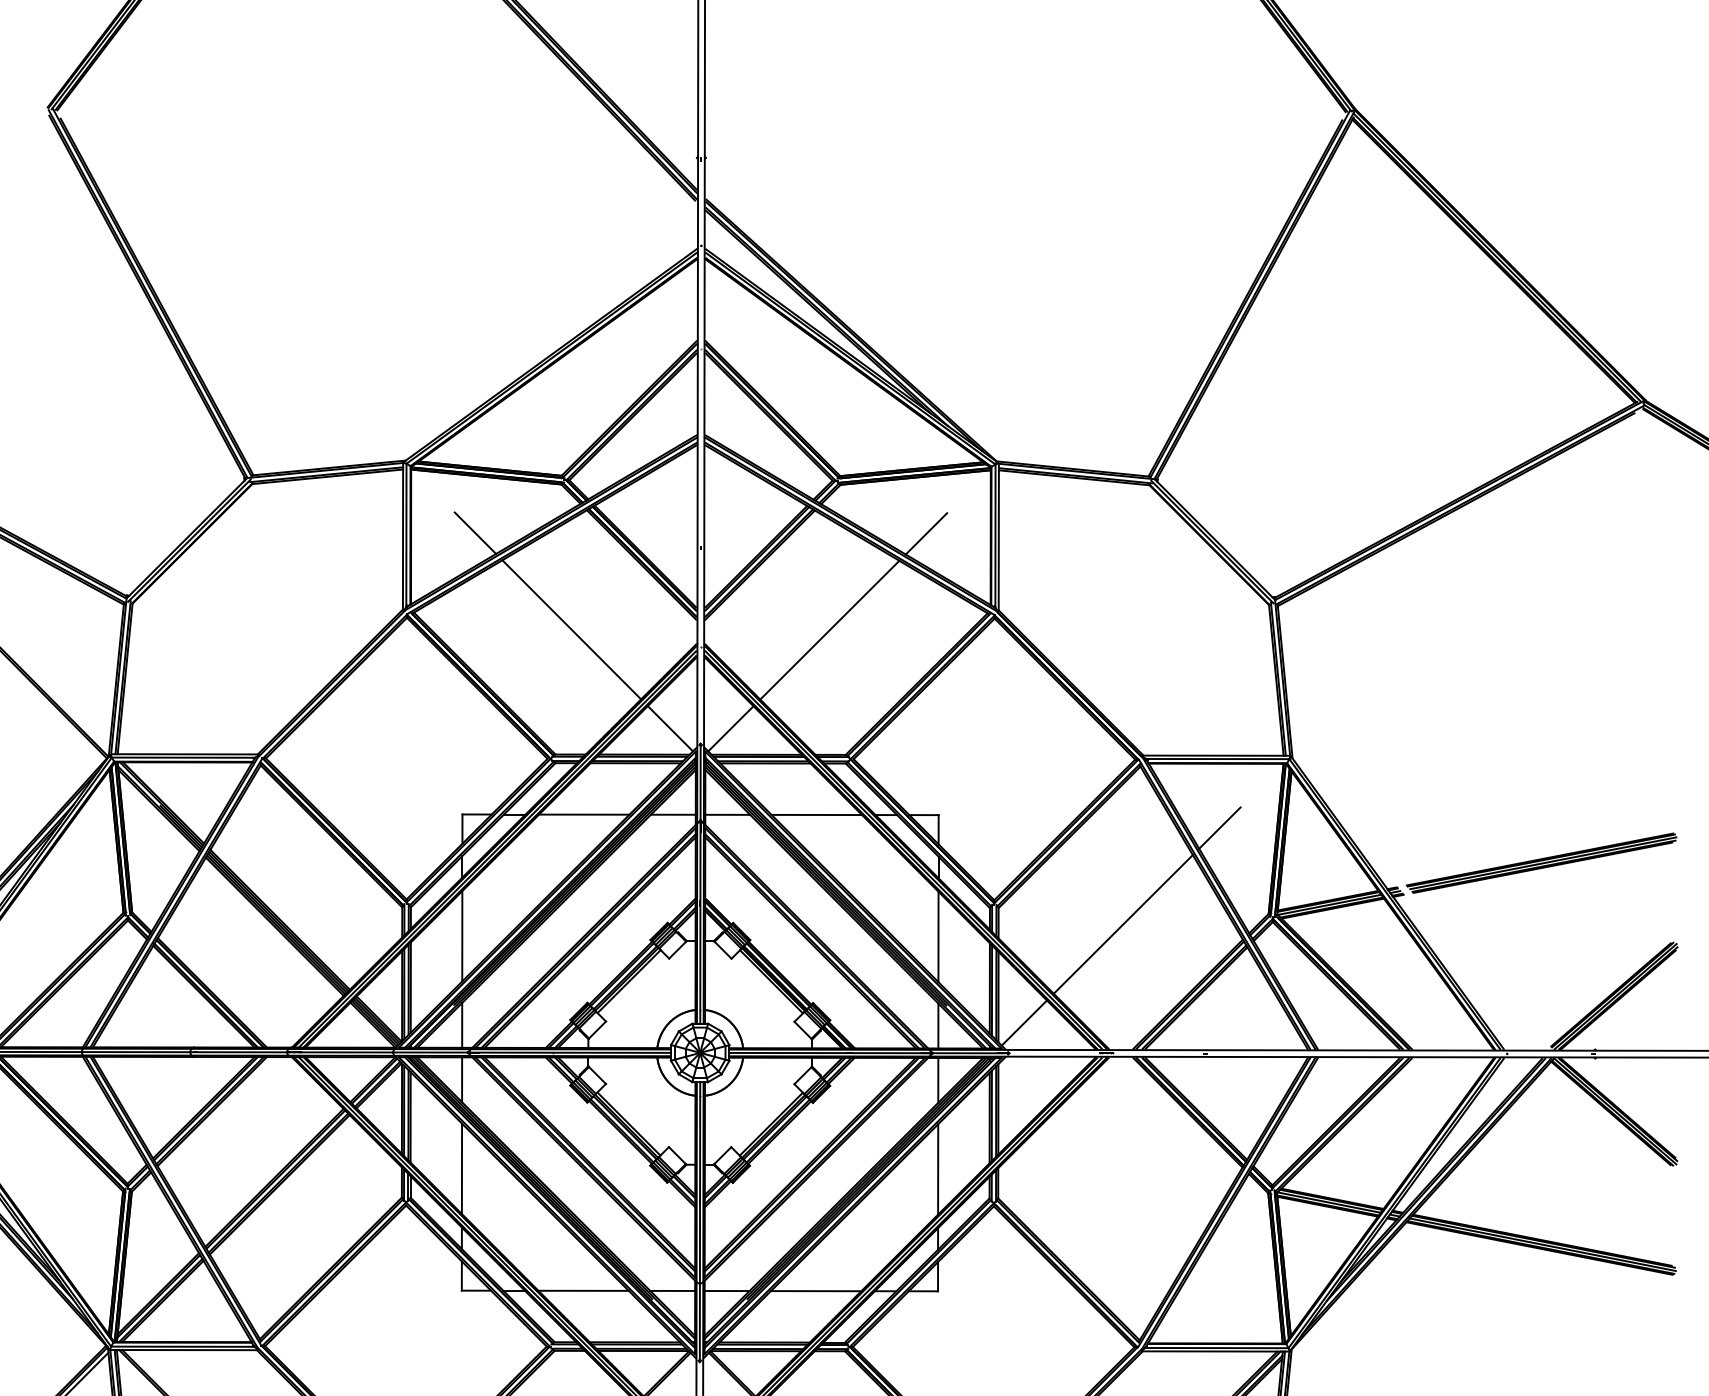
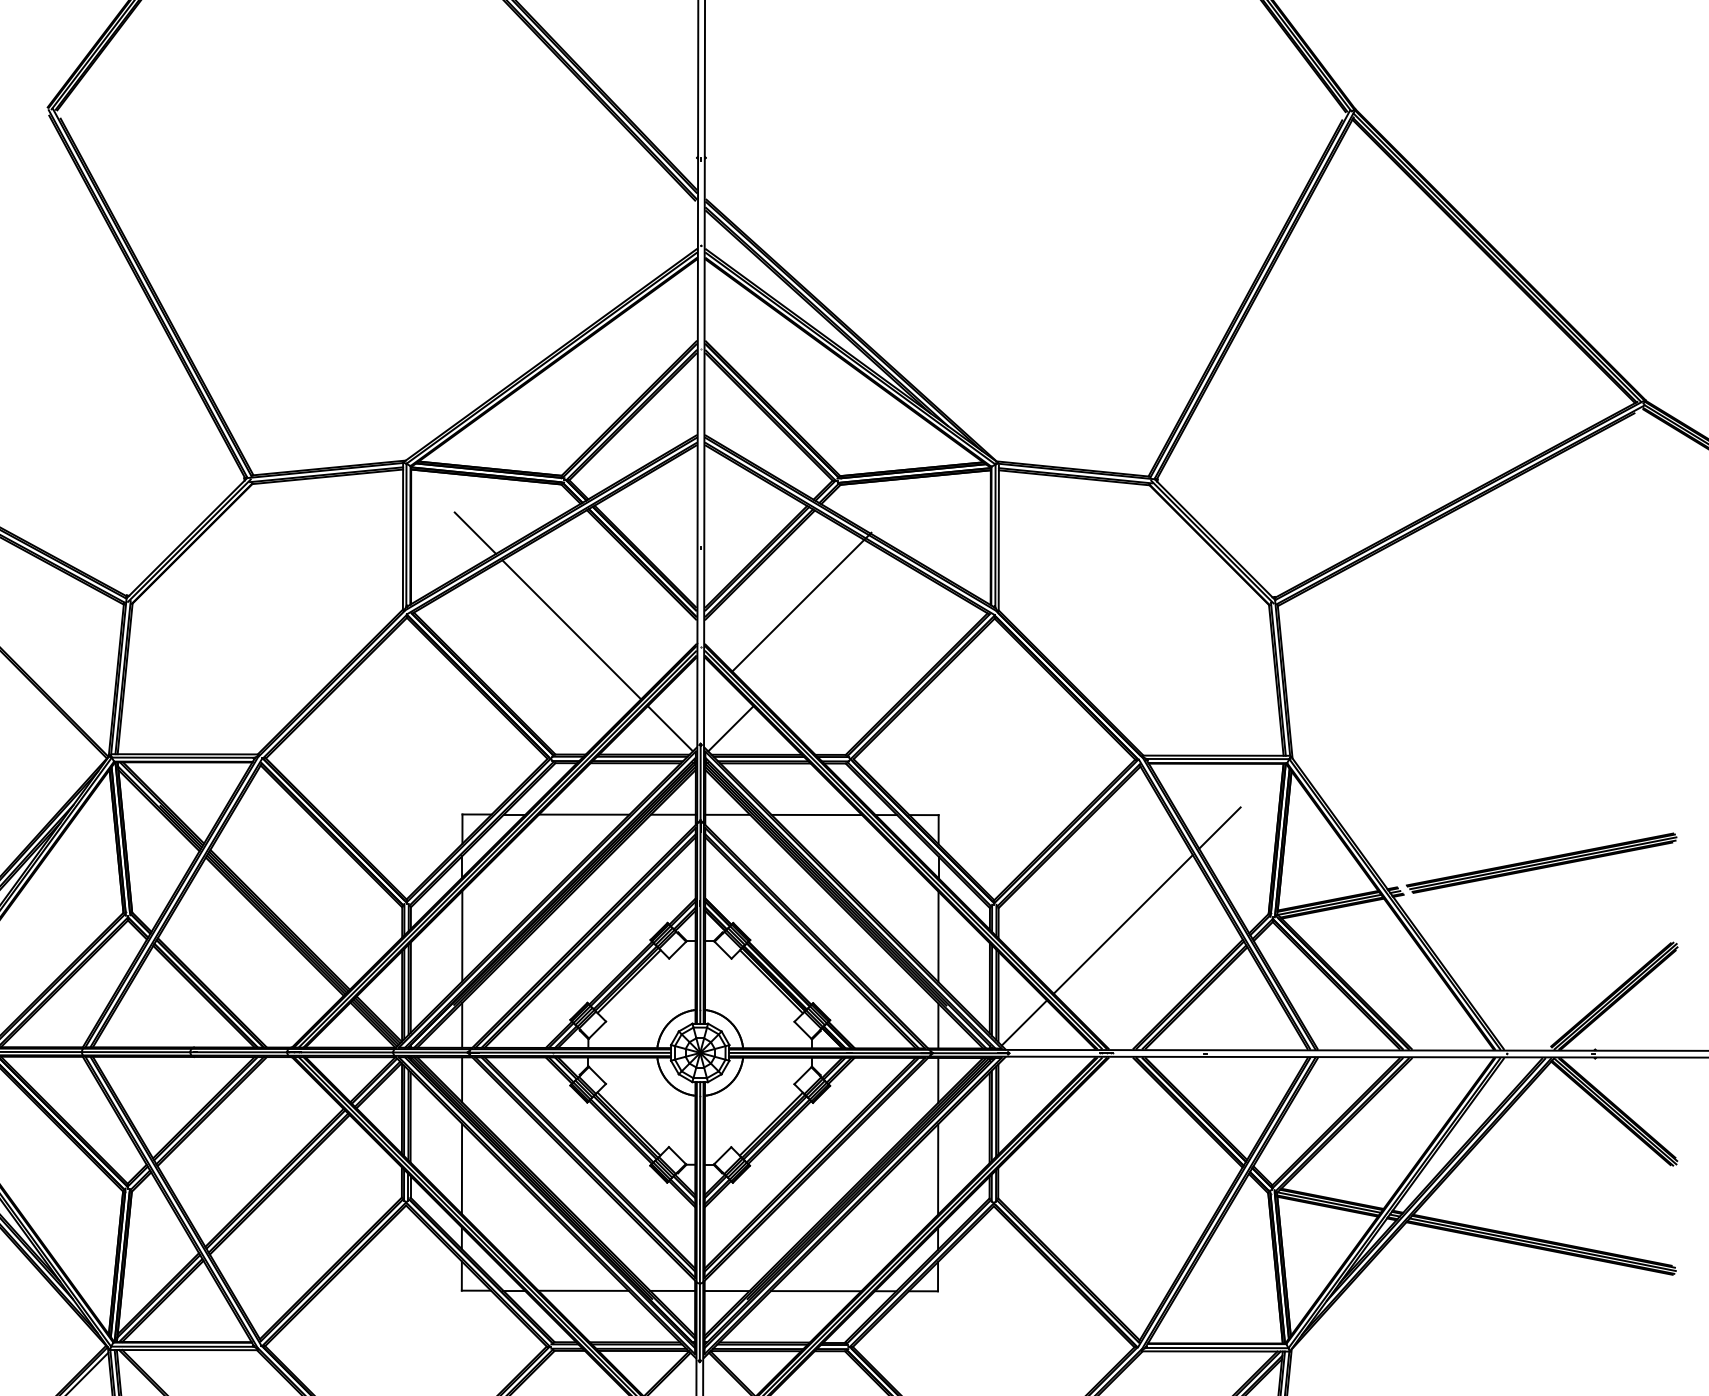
line at (926, 533): present -> none
line at (829, 629) position: (829, 629) -> (801, 601)
